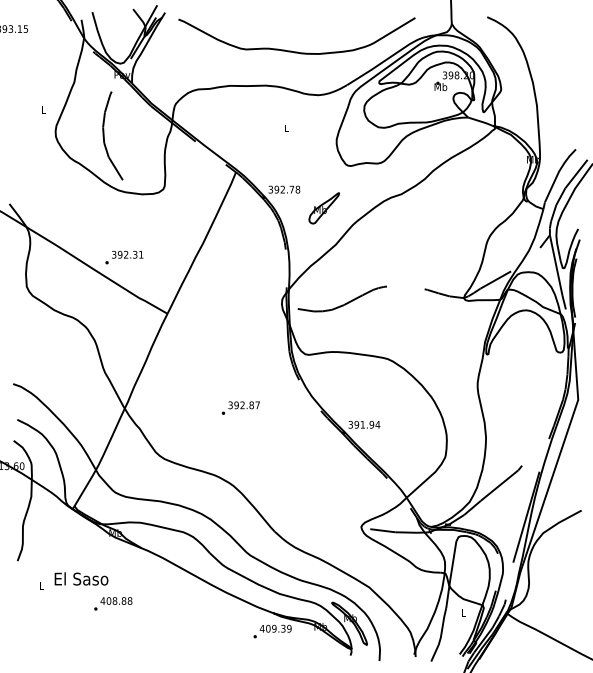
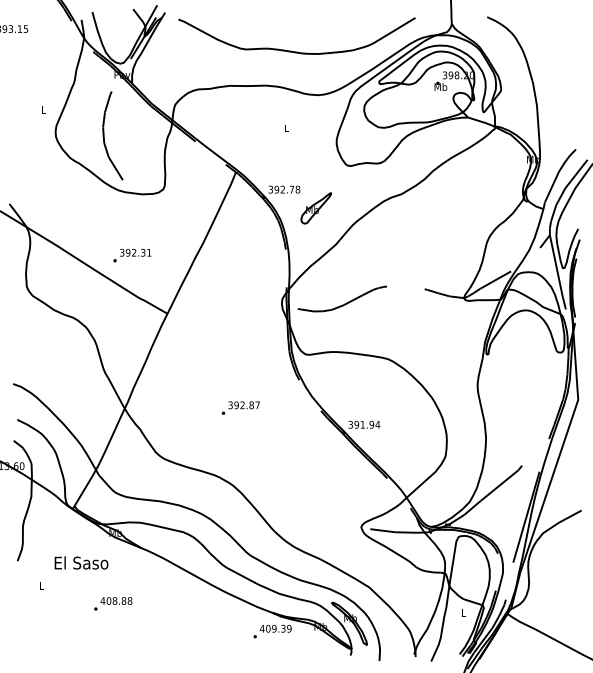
part at (323, 208) position: (323, 208) -> (315, 208)
text at (124, 257) position: (124, 257) -> (132, 255)
text at (81, 578) position: (81, 578) -> (81, 562)
